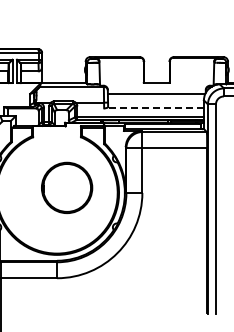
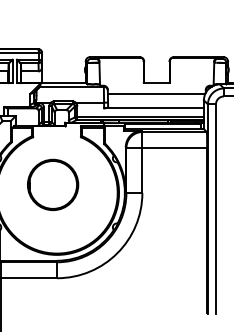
line at (154, 108): dashed -> solid
part at (67, 187) position: (67, 187) -> (53, 184)
